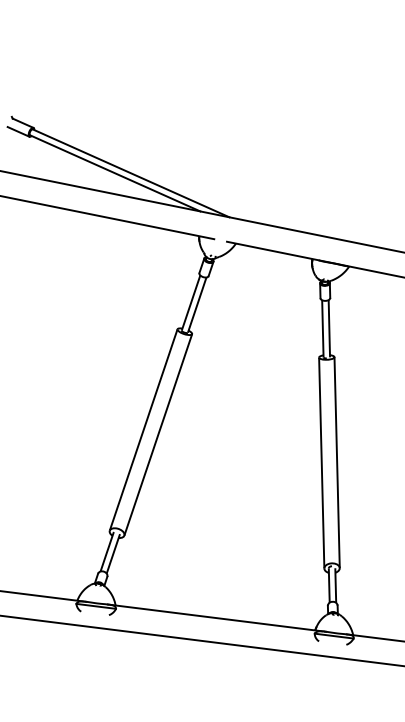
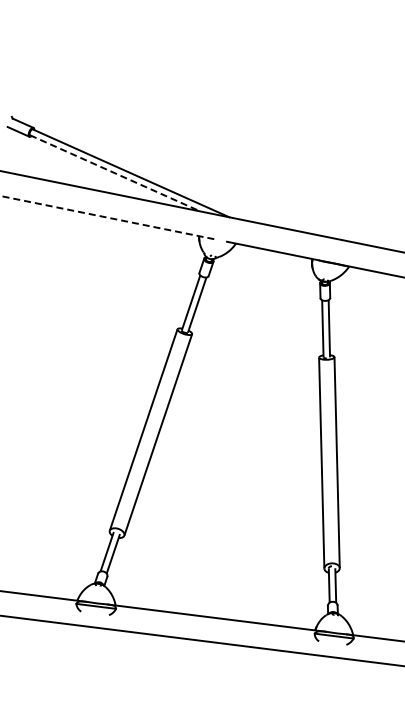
line at (115, 173): solid -> dashed
line at (107, 217): solid -> dashed
